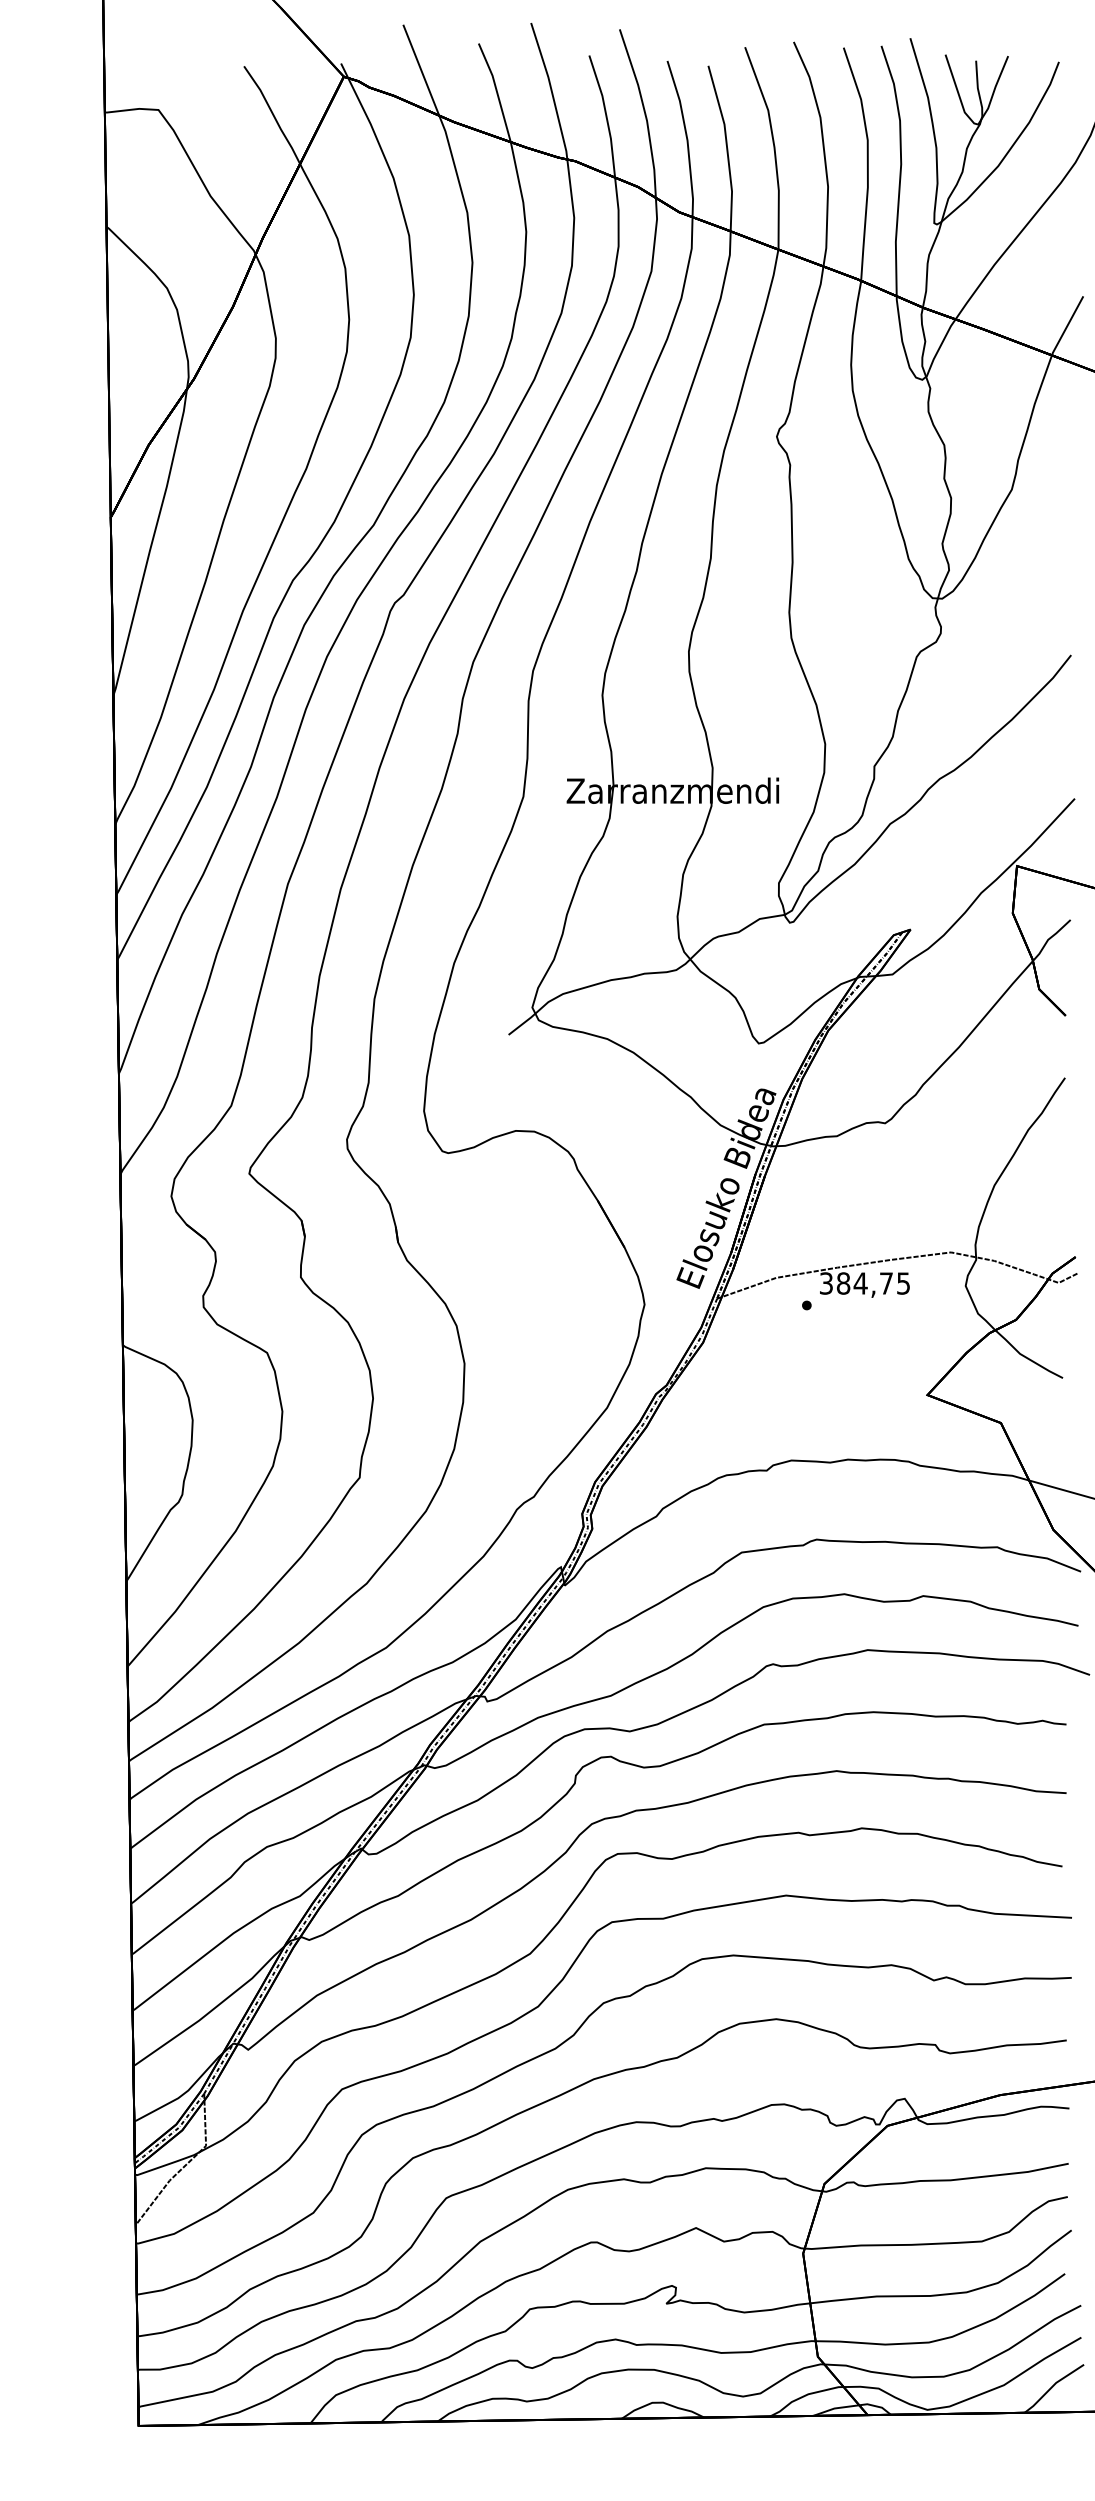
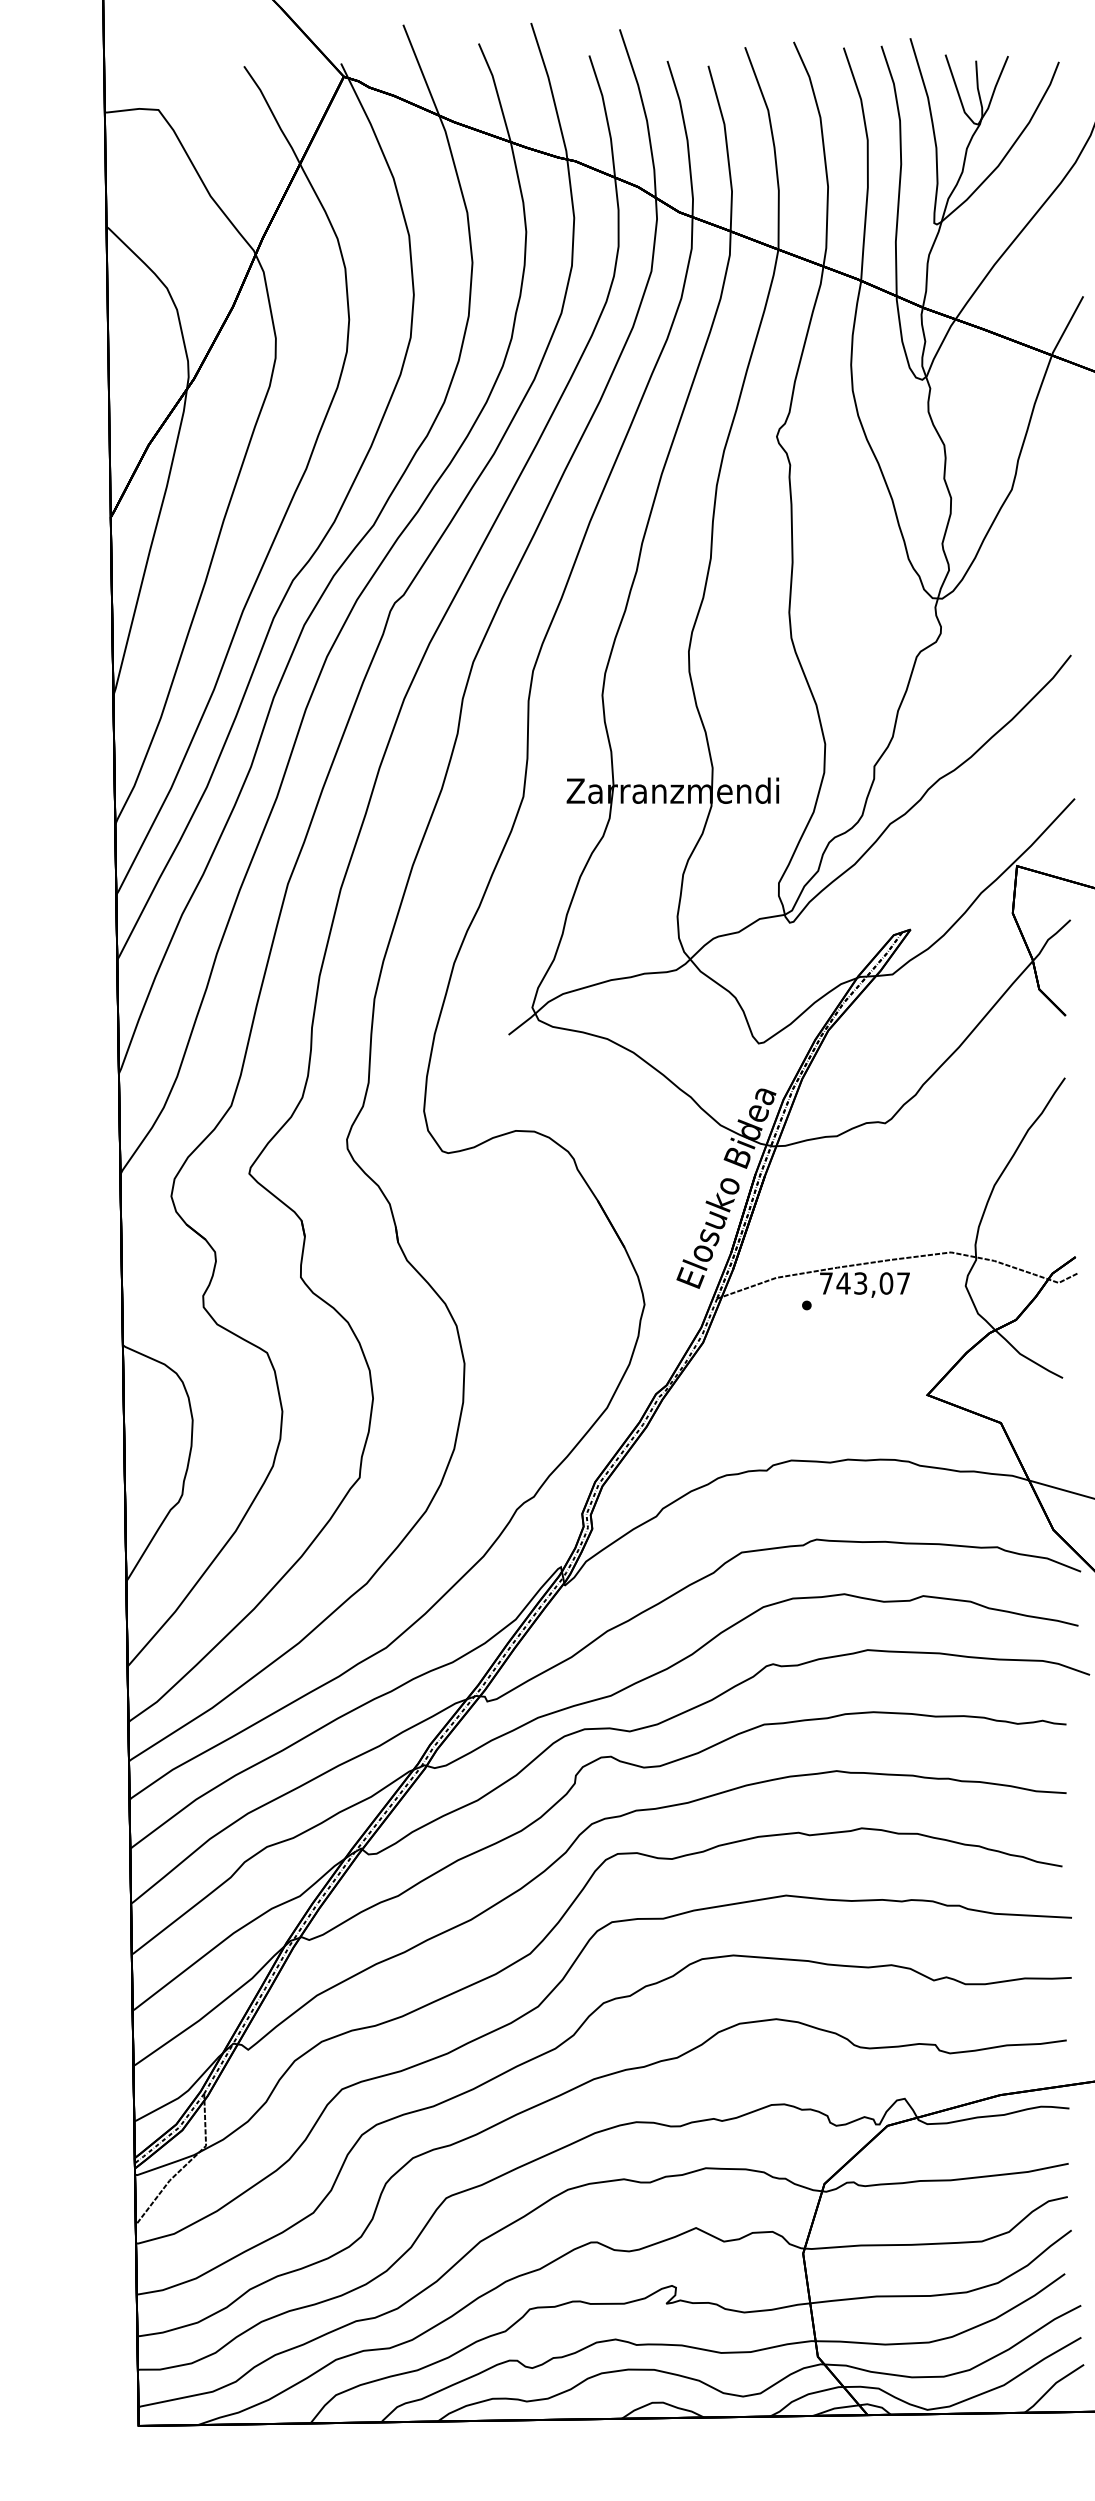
text at (864, 1283): 384,75 -> 743,07
